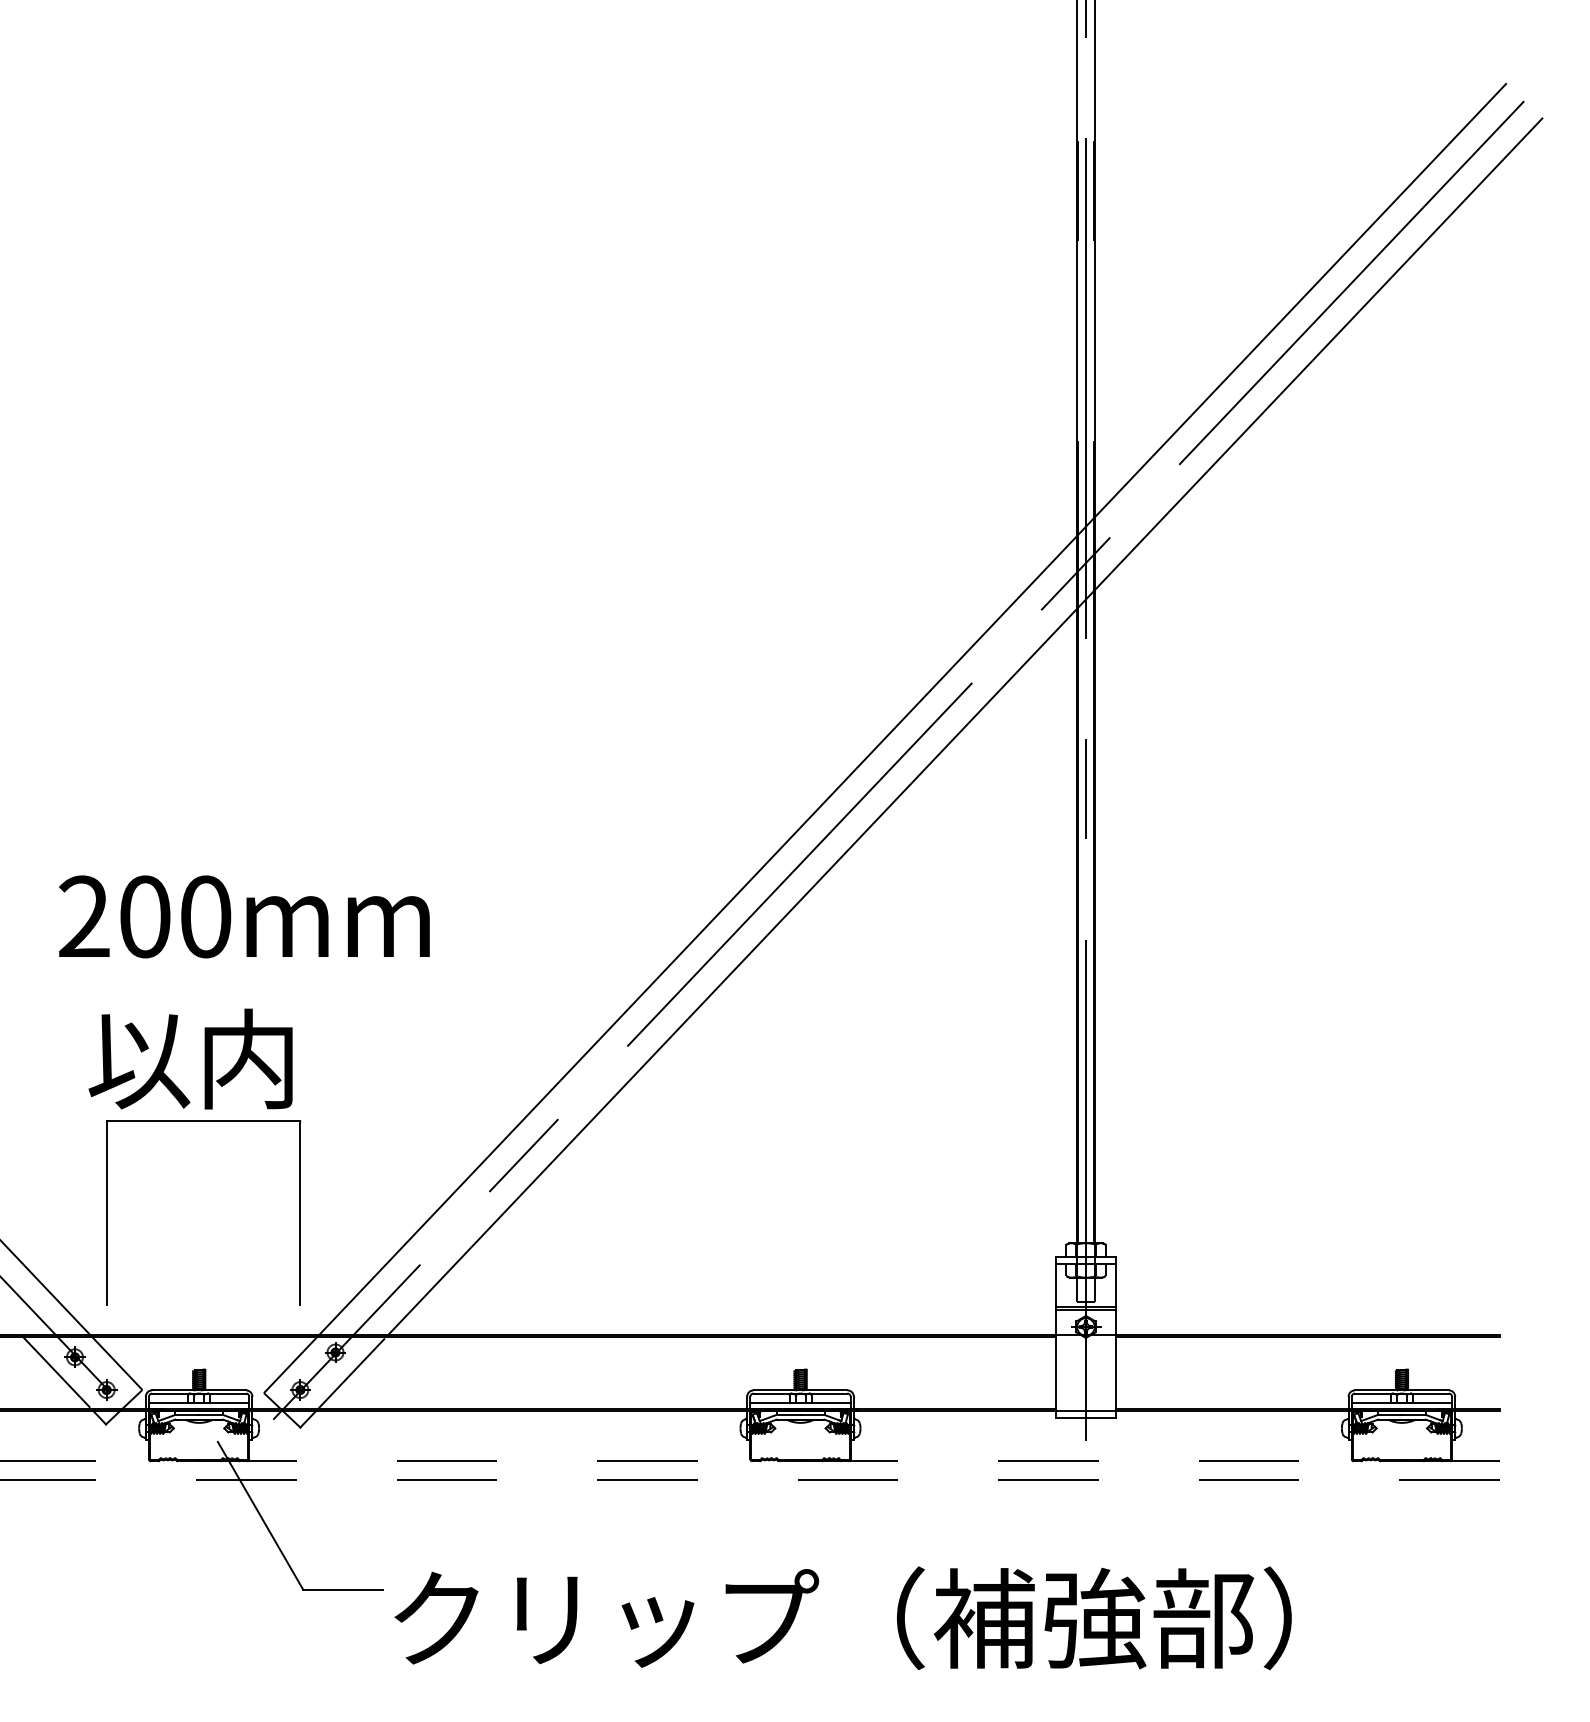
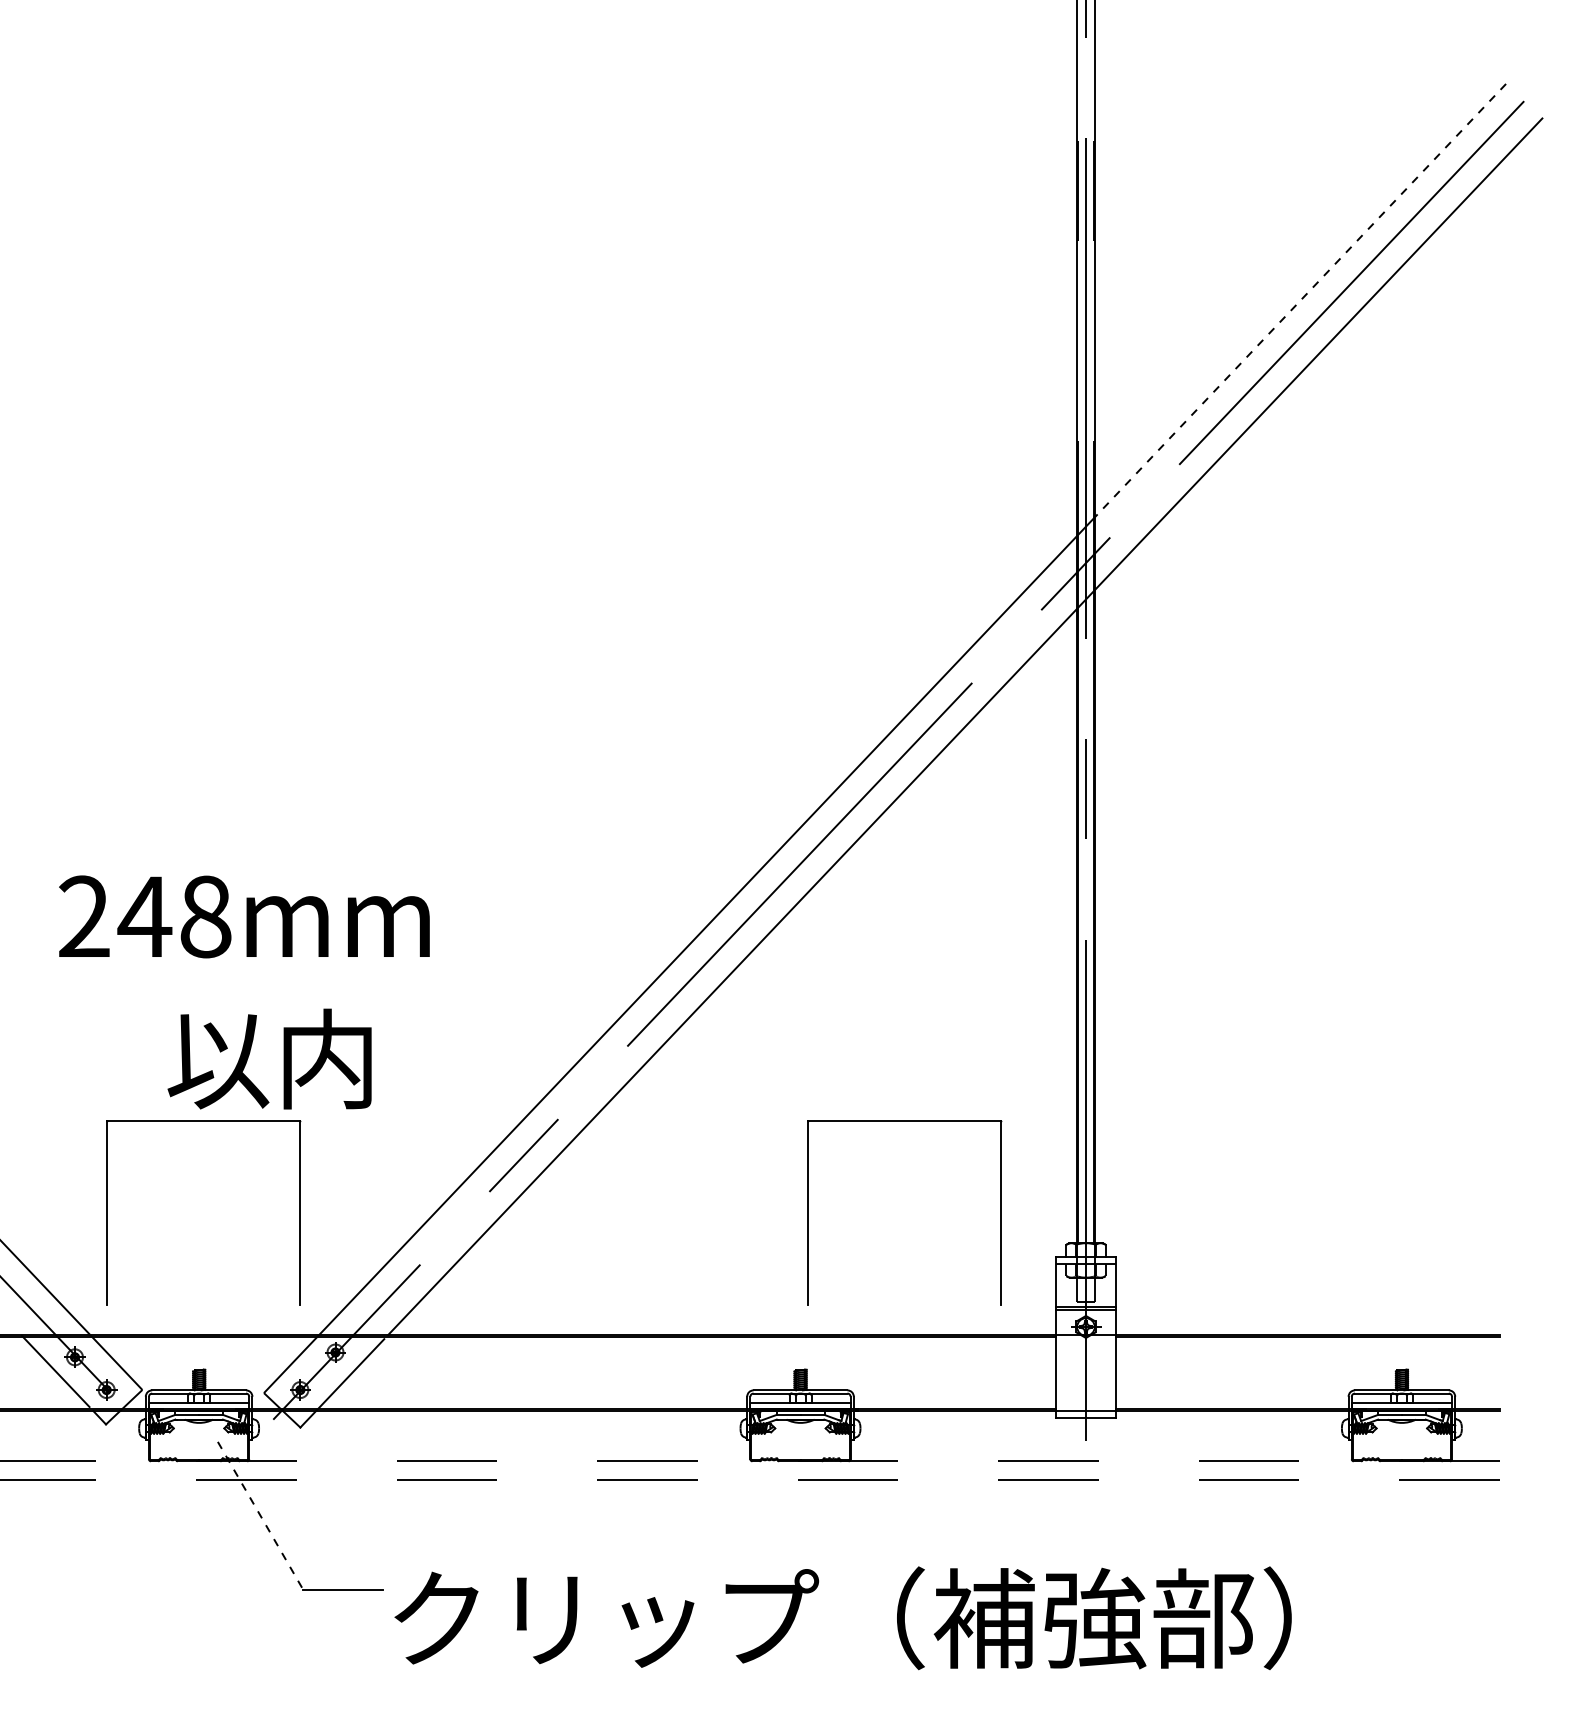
line at (1300, 300): solid -> dashed
text at (174, 916): 200mm -> 248mm
text at (190, 1058) position: (190, 1058) -> (269, 1058)
part at (904, 1121): none -> present
line at (260, 1516): solid -> dashed
